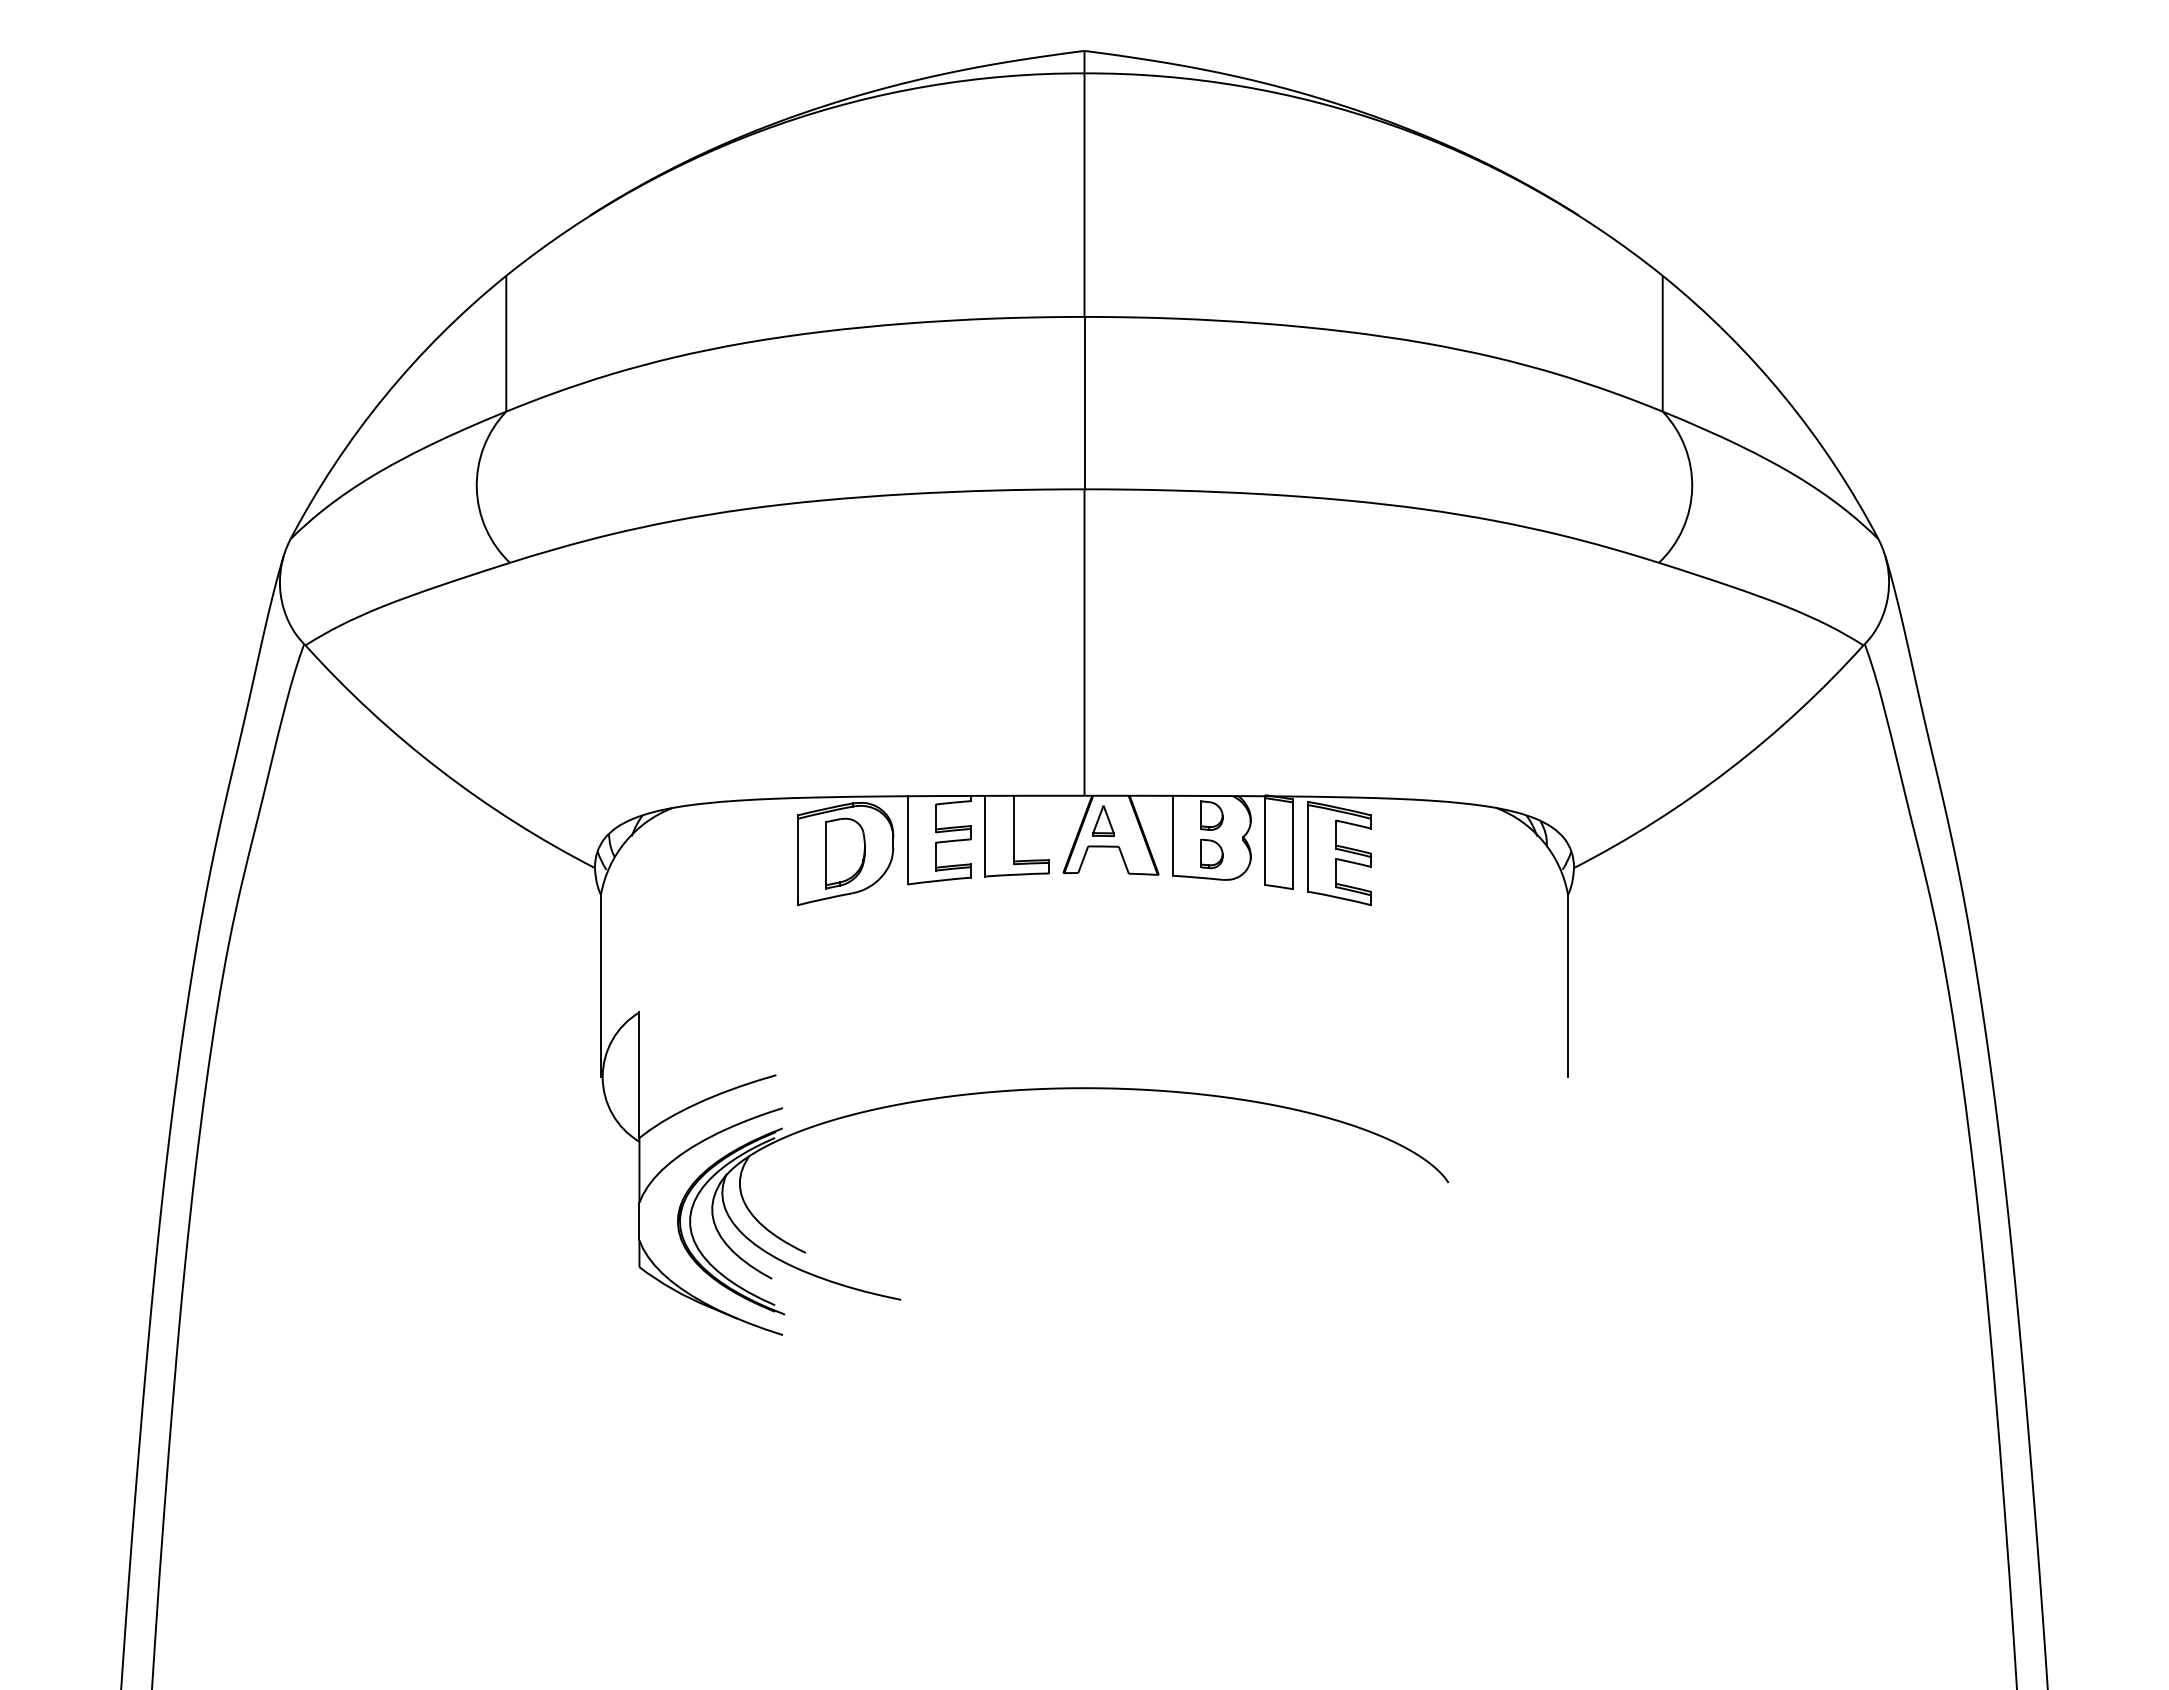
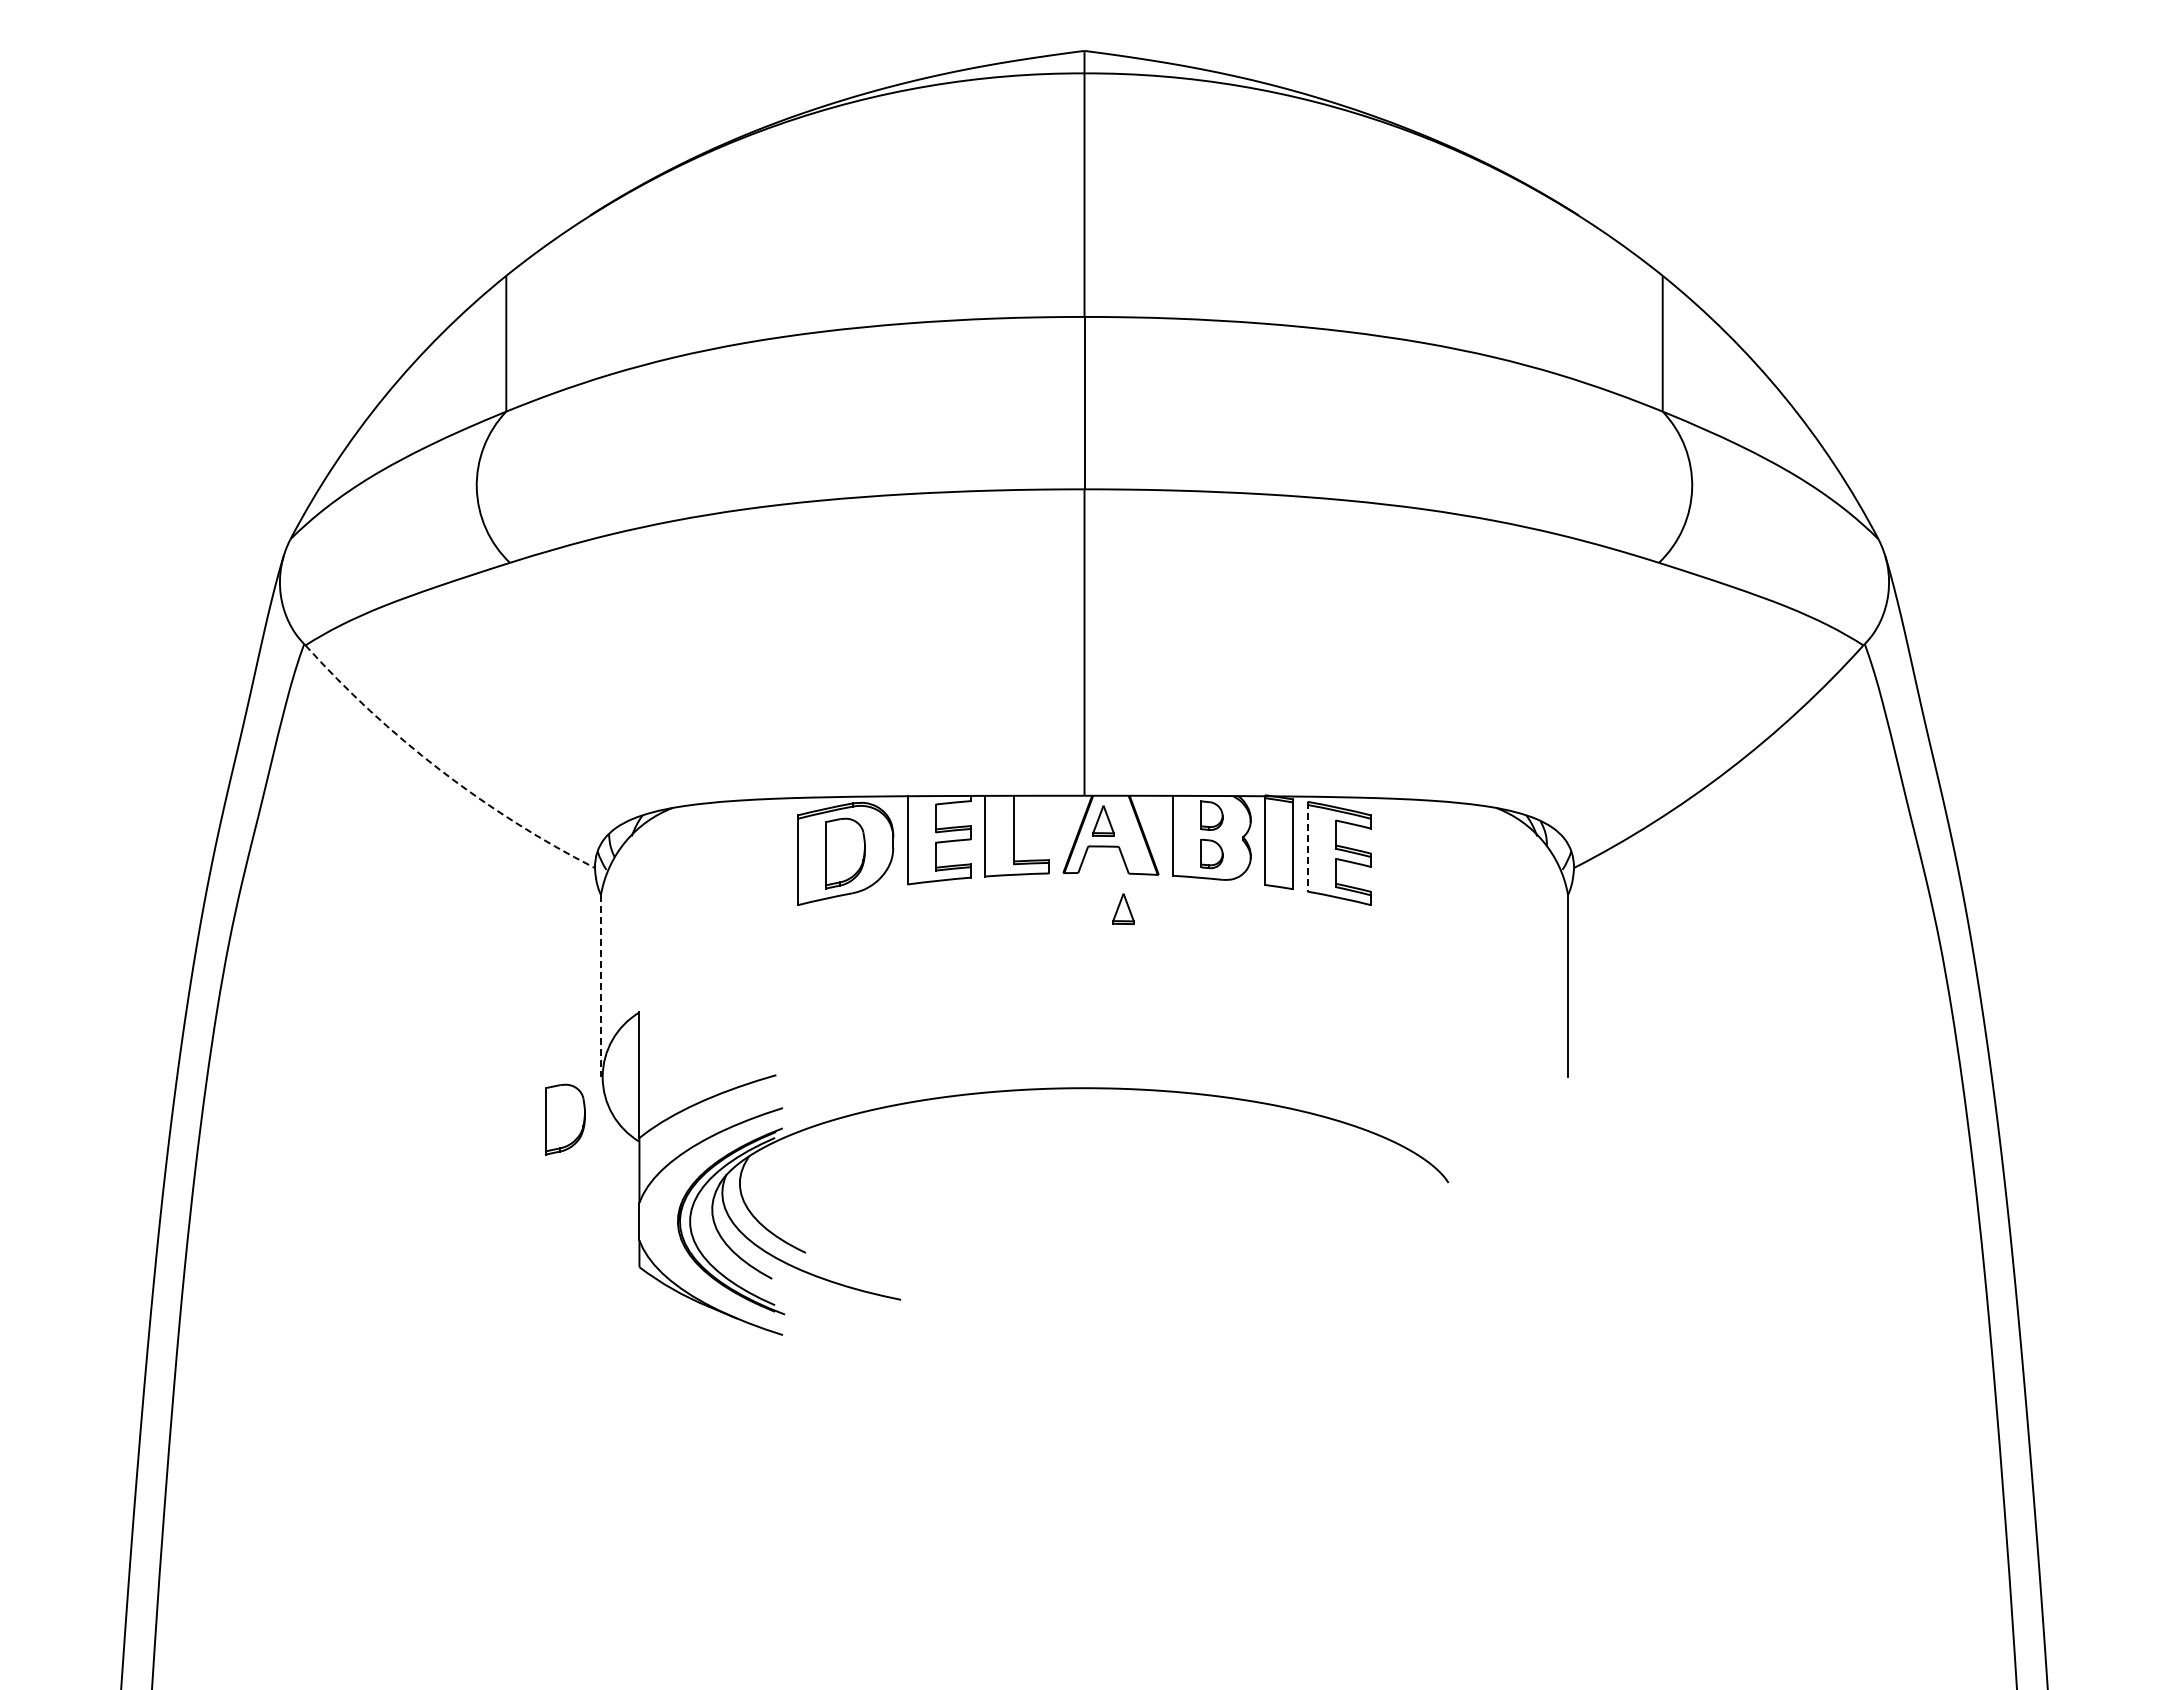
arc at (440, 769): solid -> dashed
line at (1307, 846): solid -> dashed
part at (1123, 908): none -> present
line at (601, 986): solid -> dashed
part at (565, 1119): none -> present
